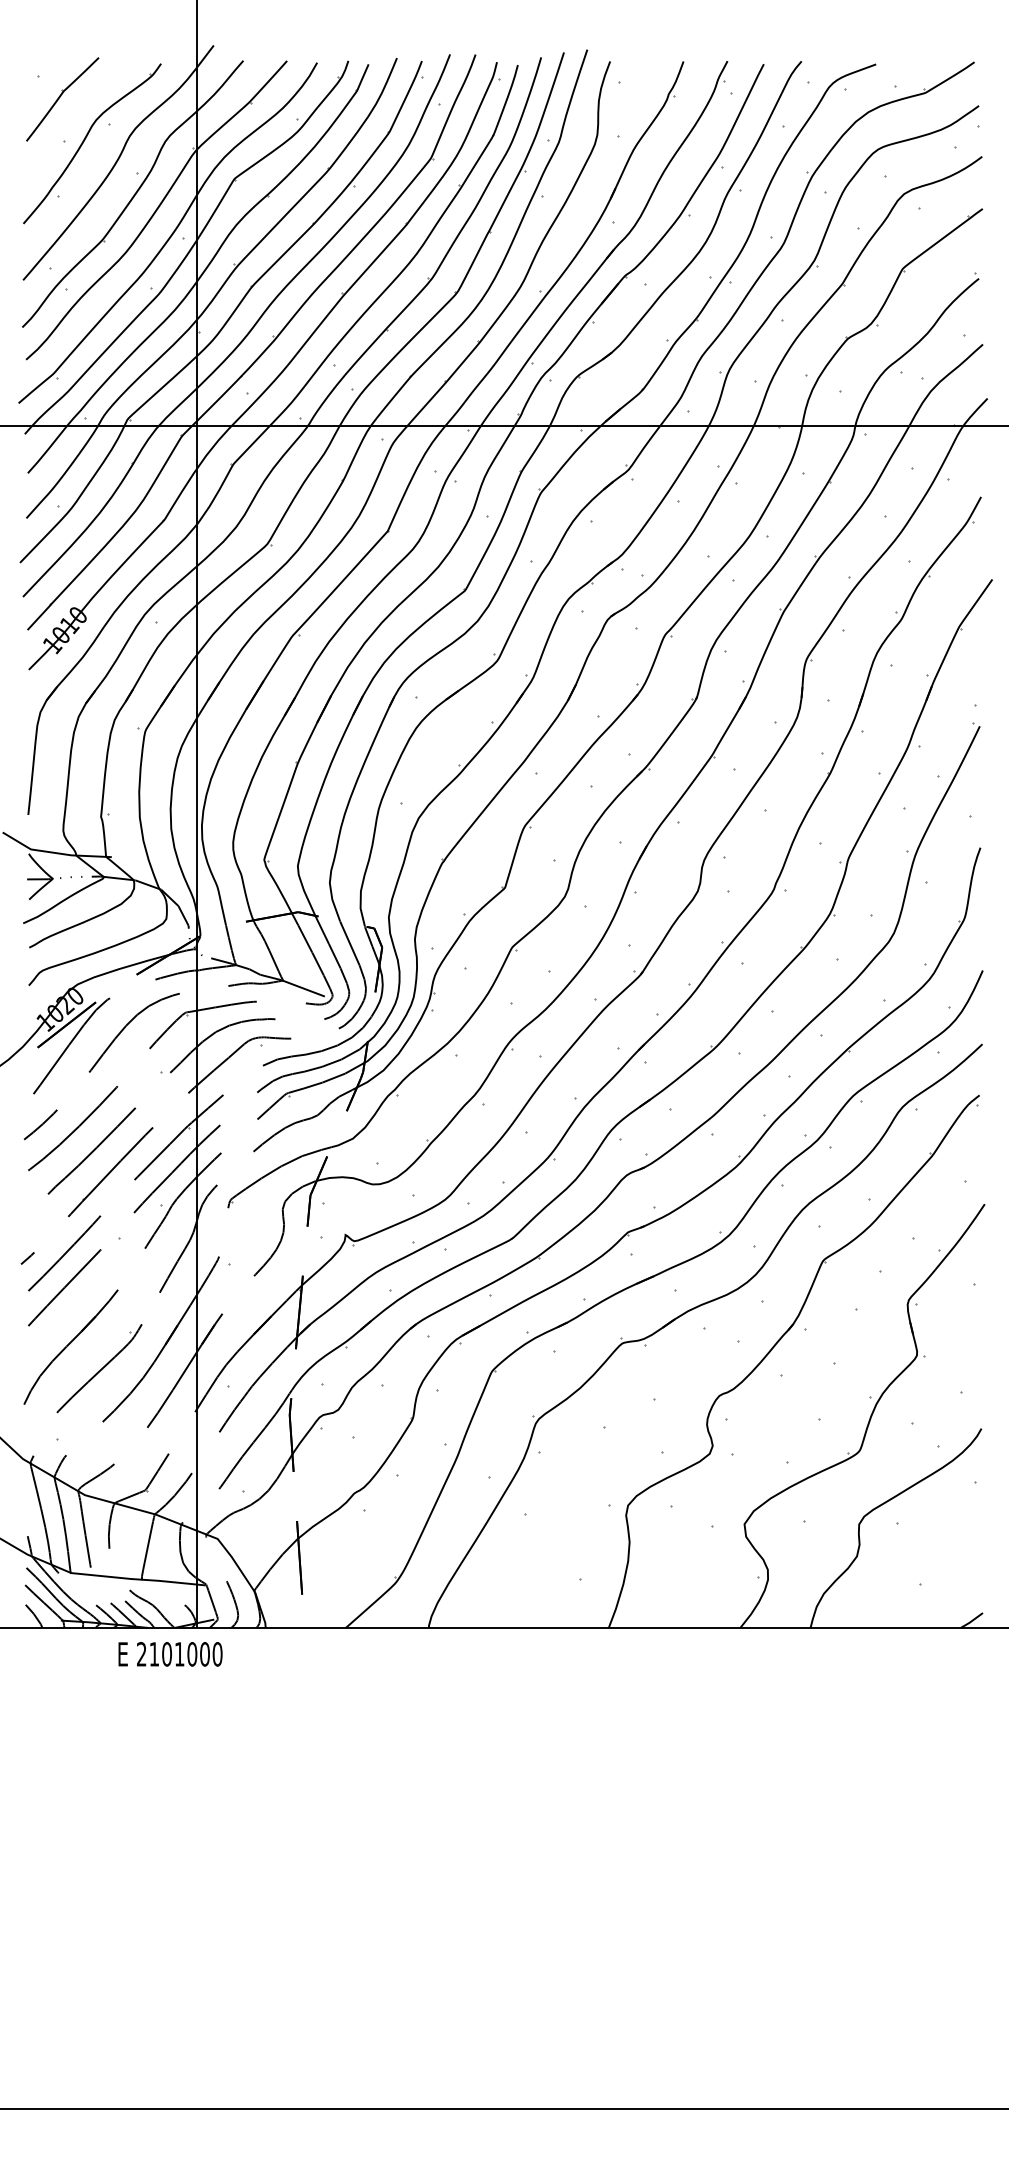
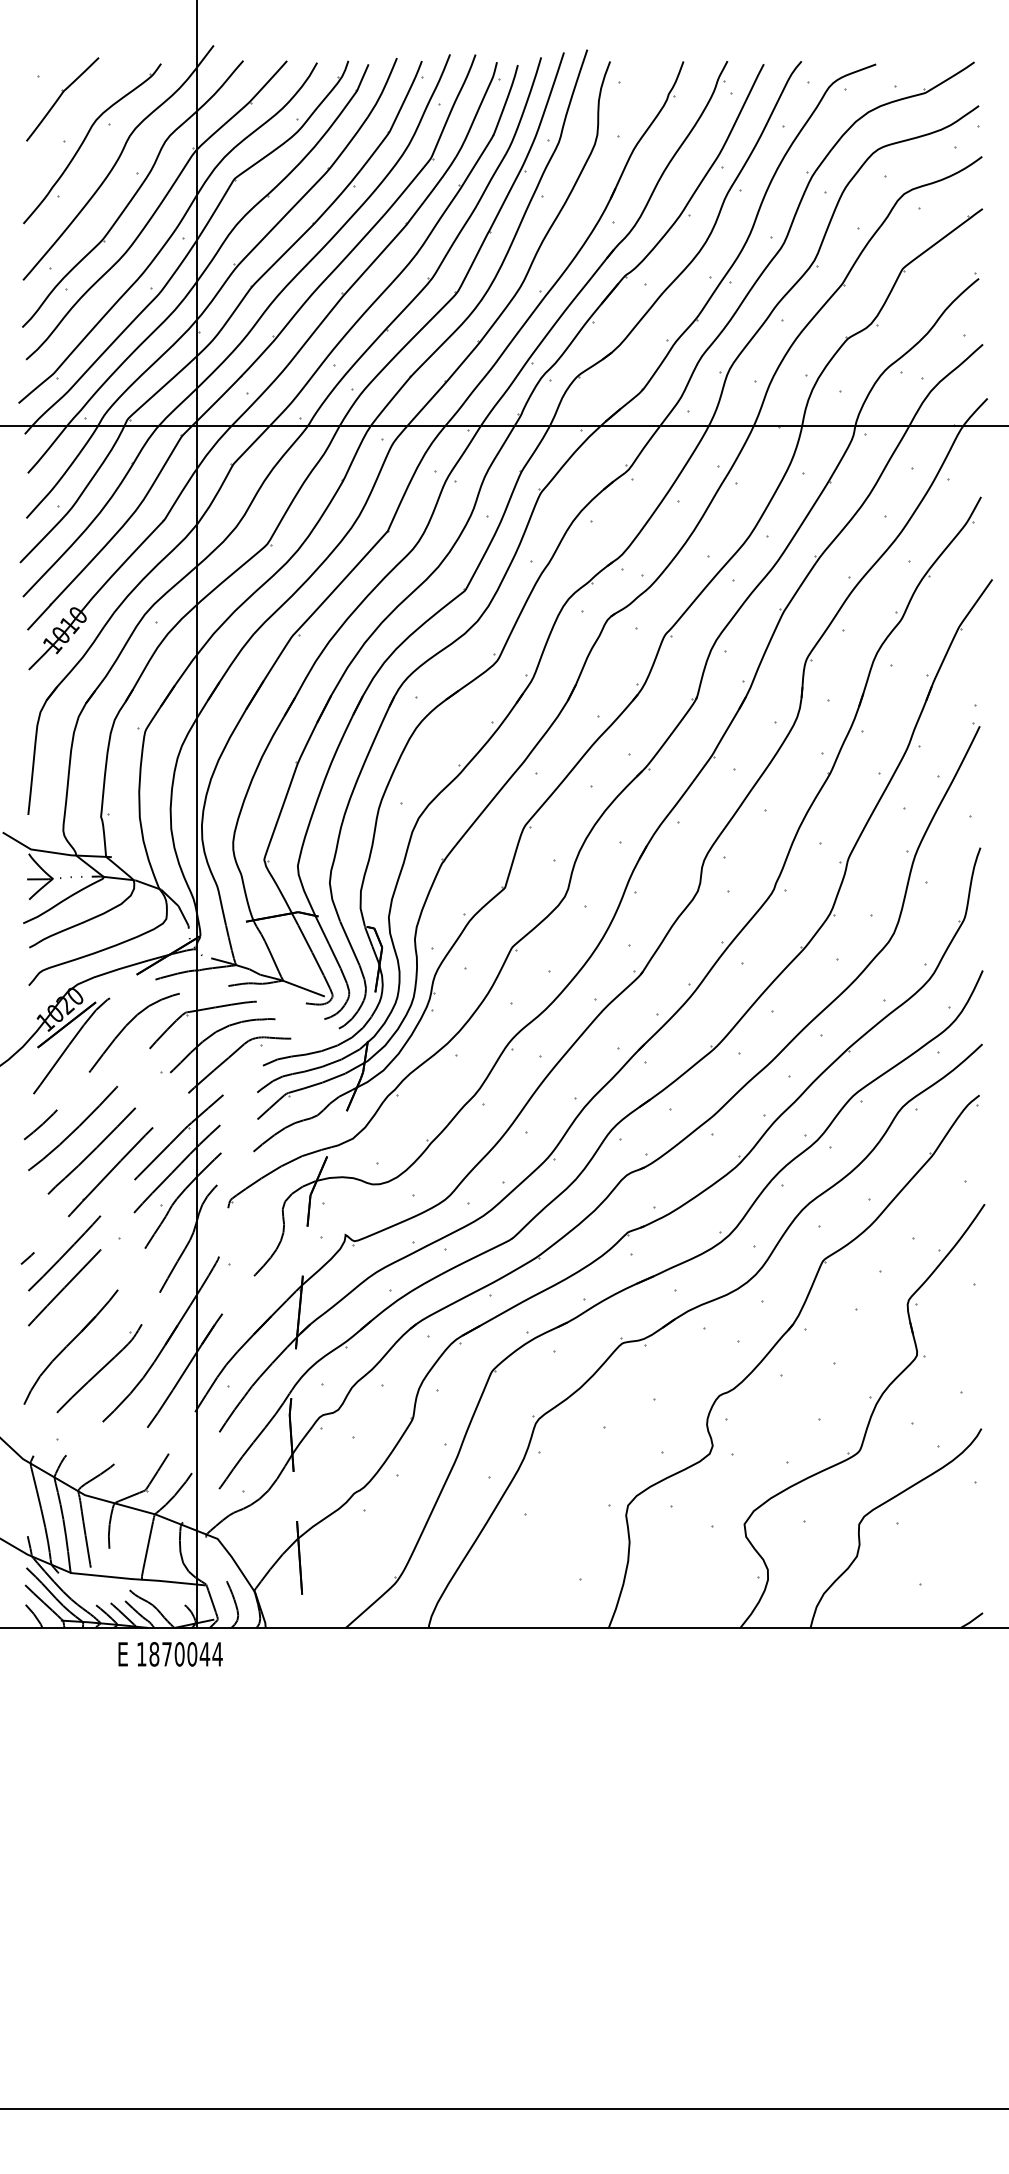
text at (179, 1654): 2101000 -> 1870044
